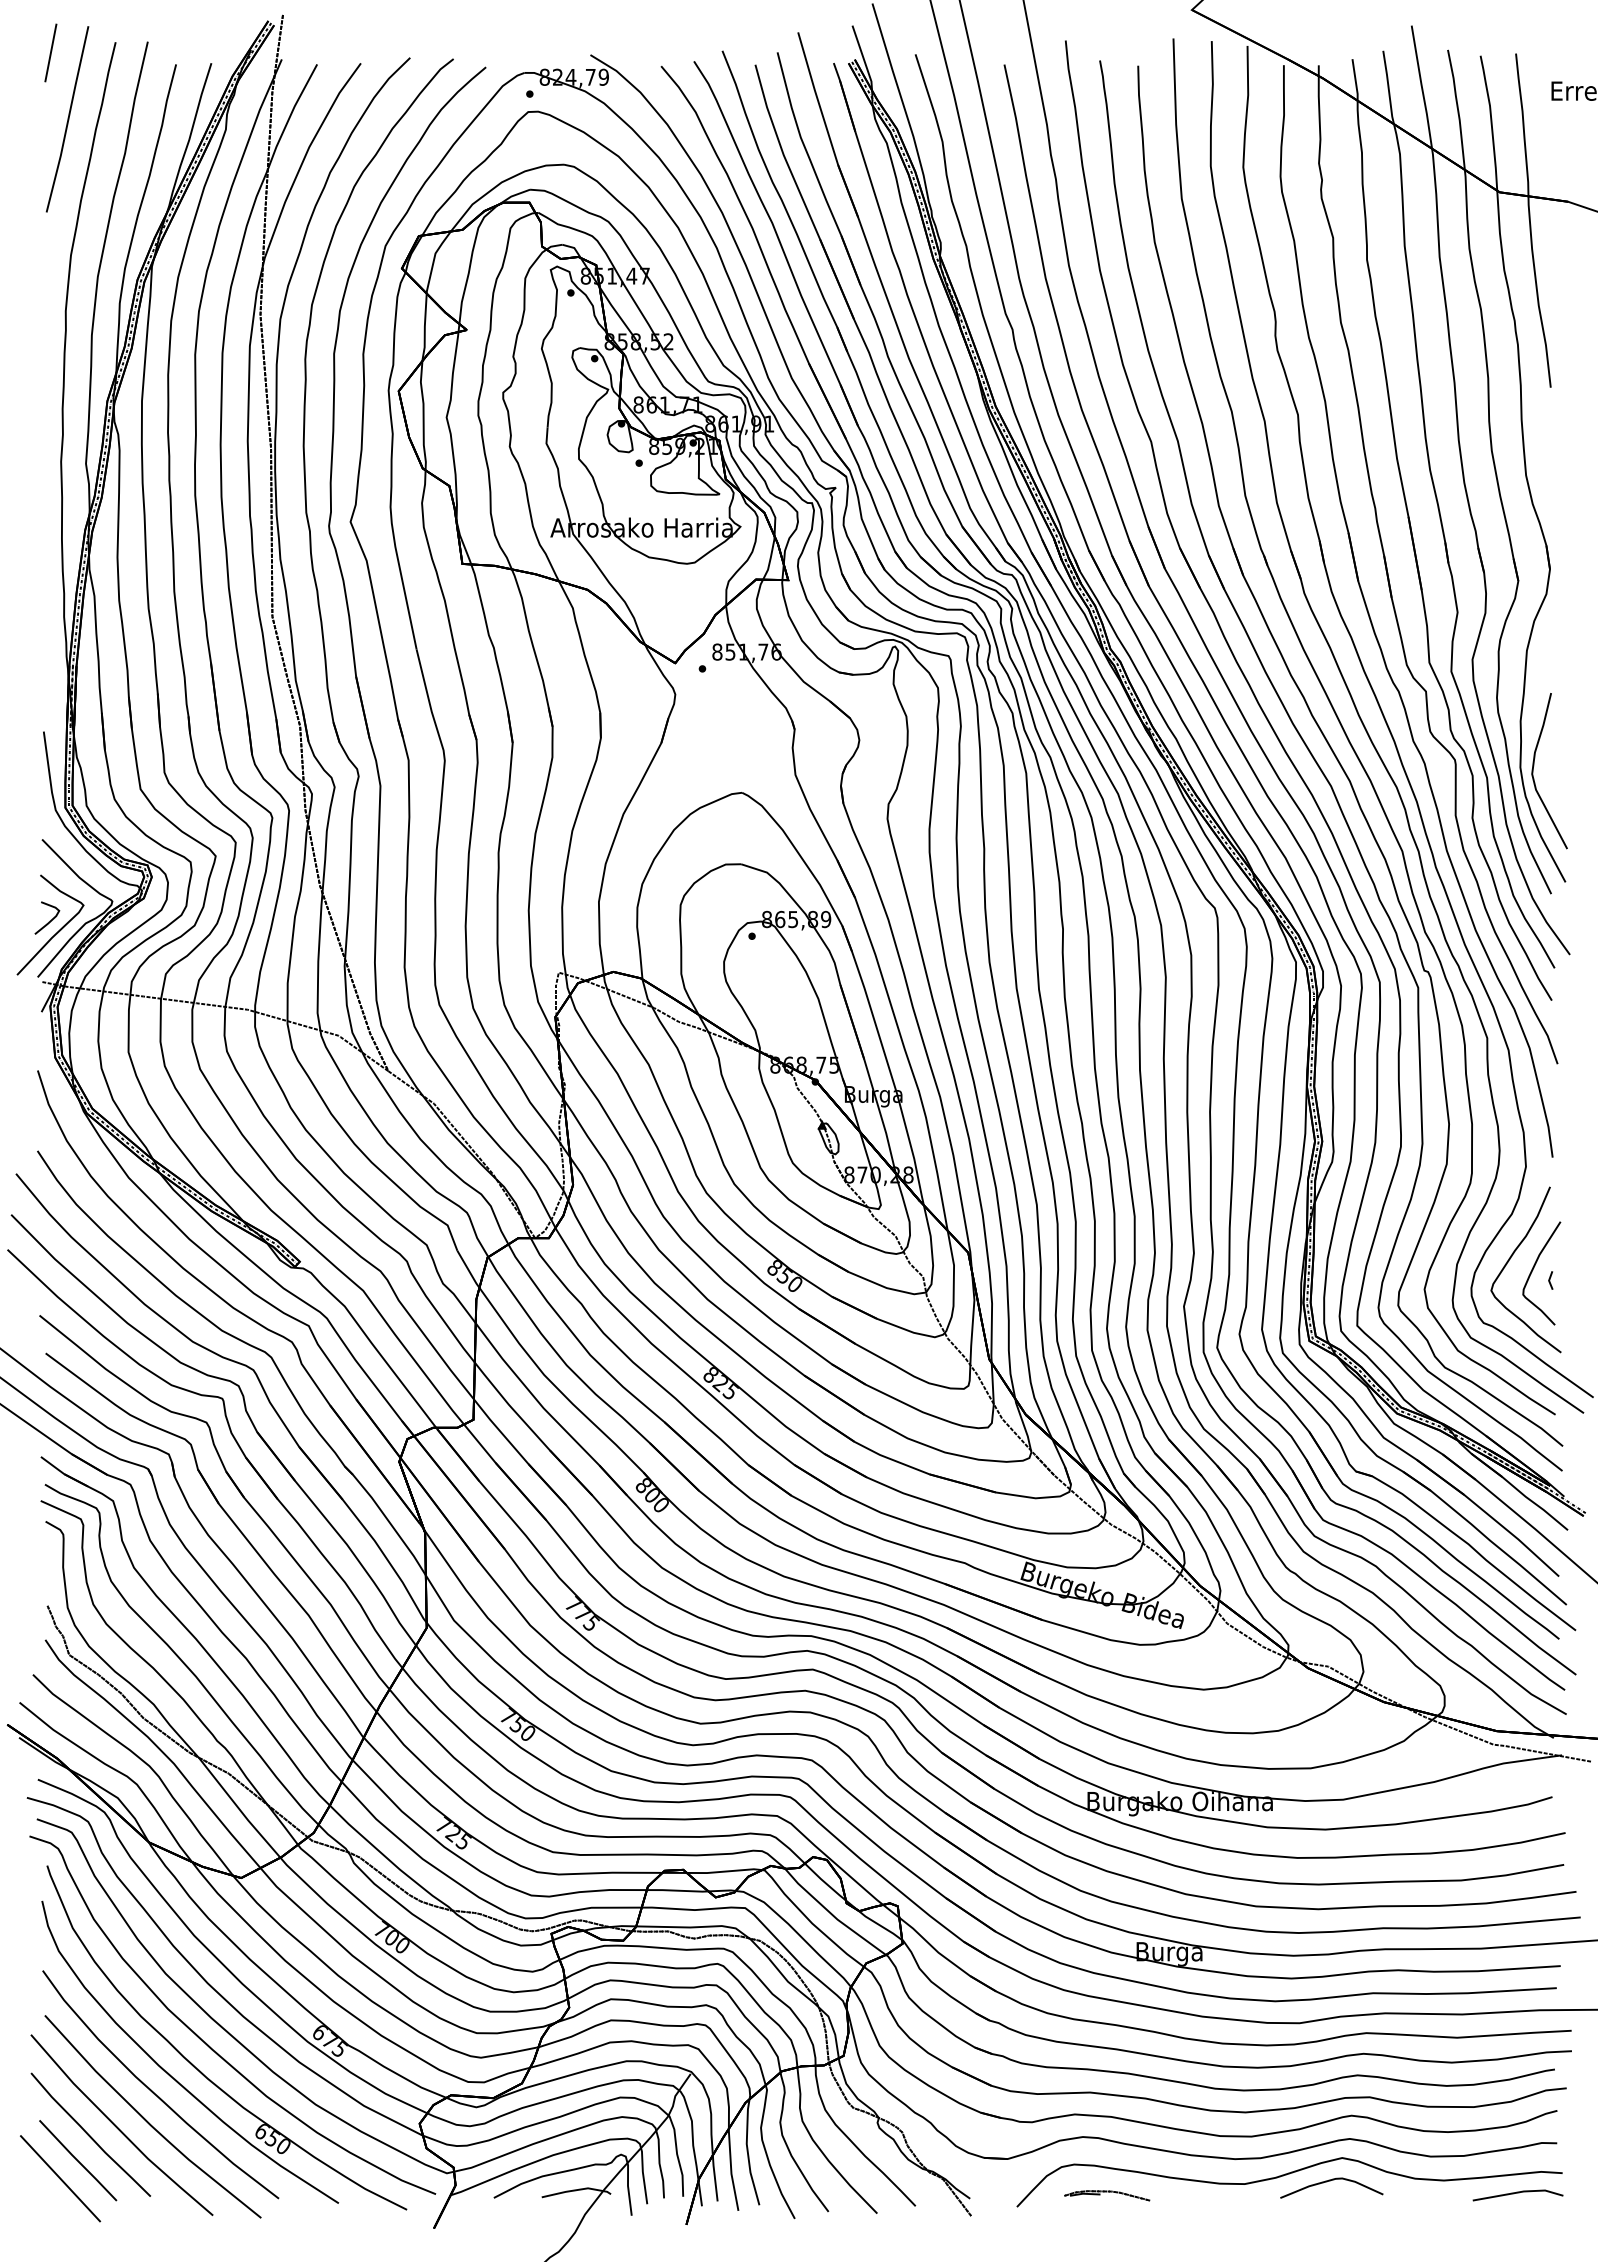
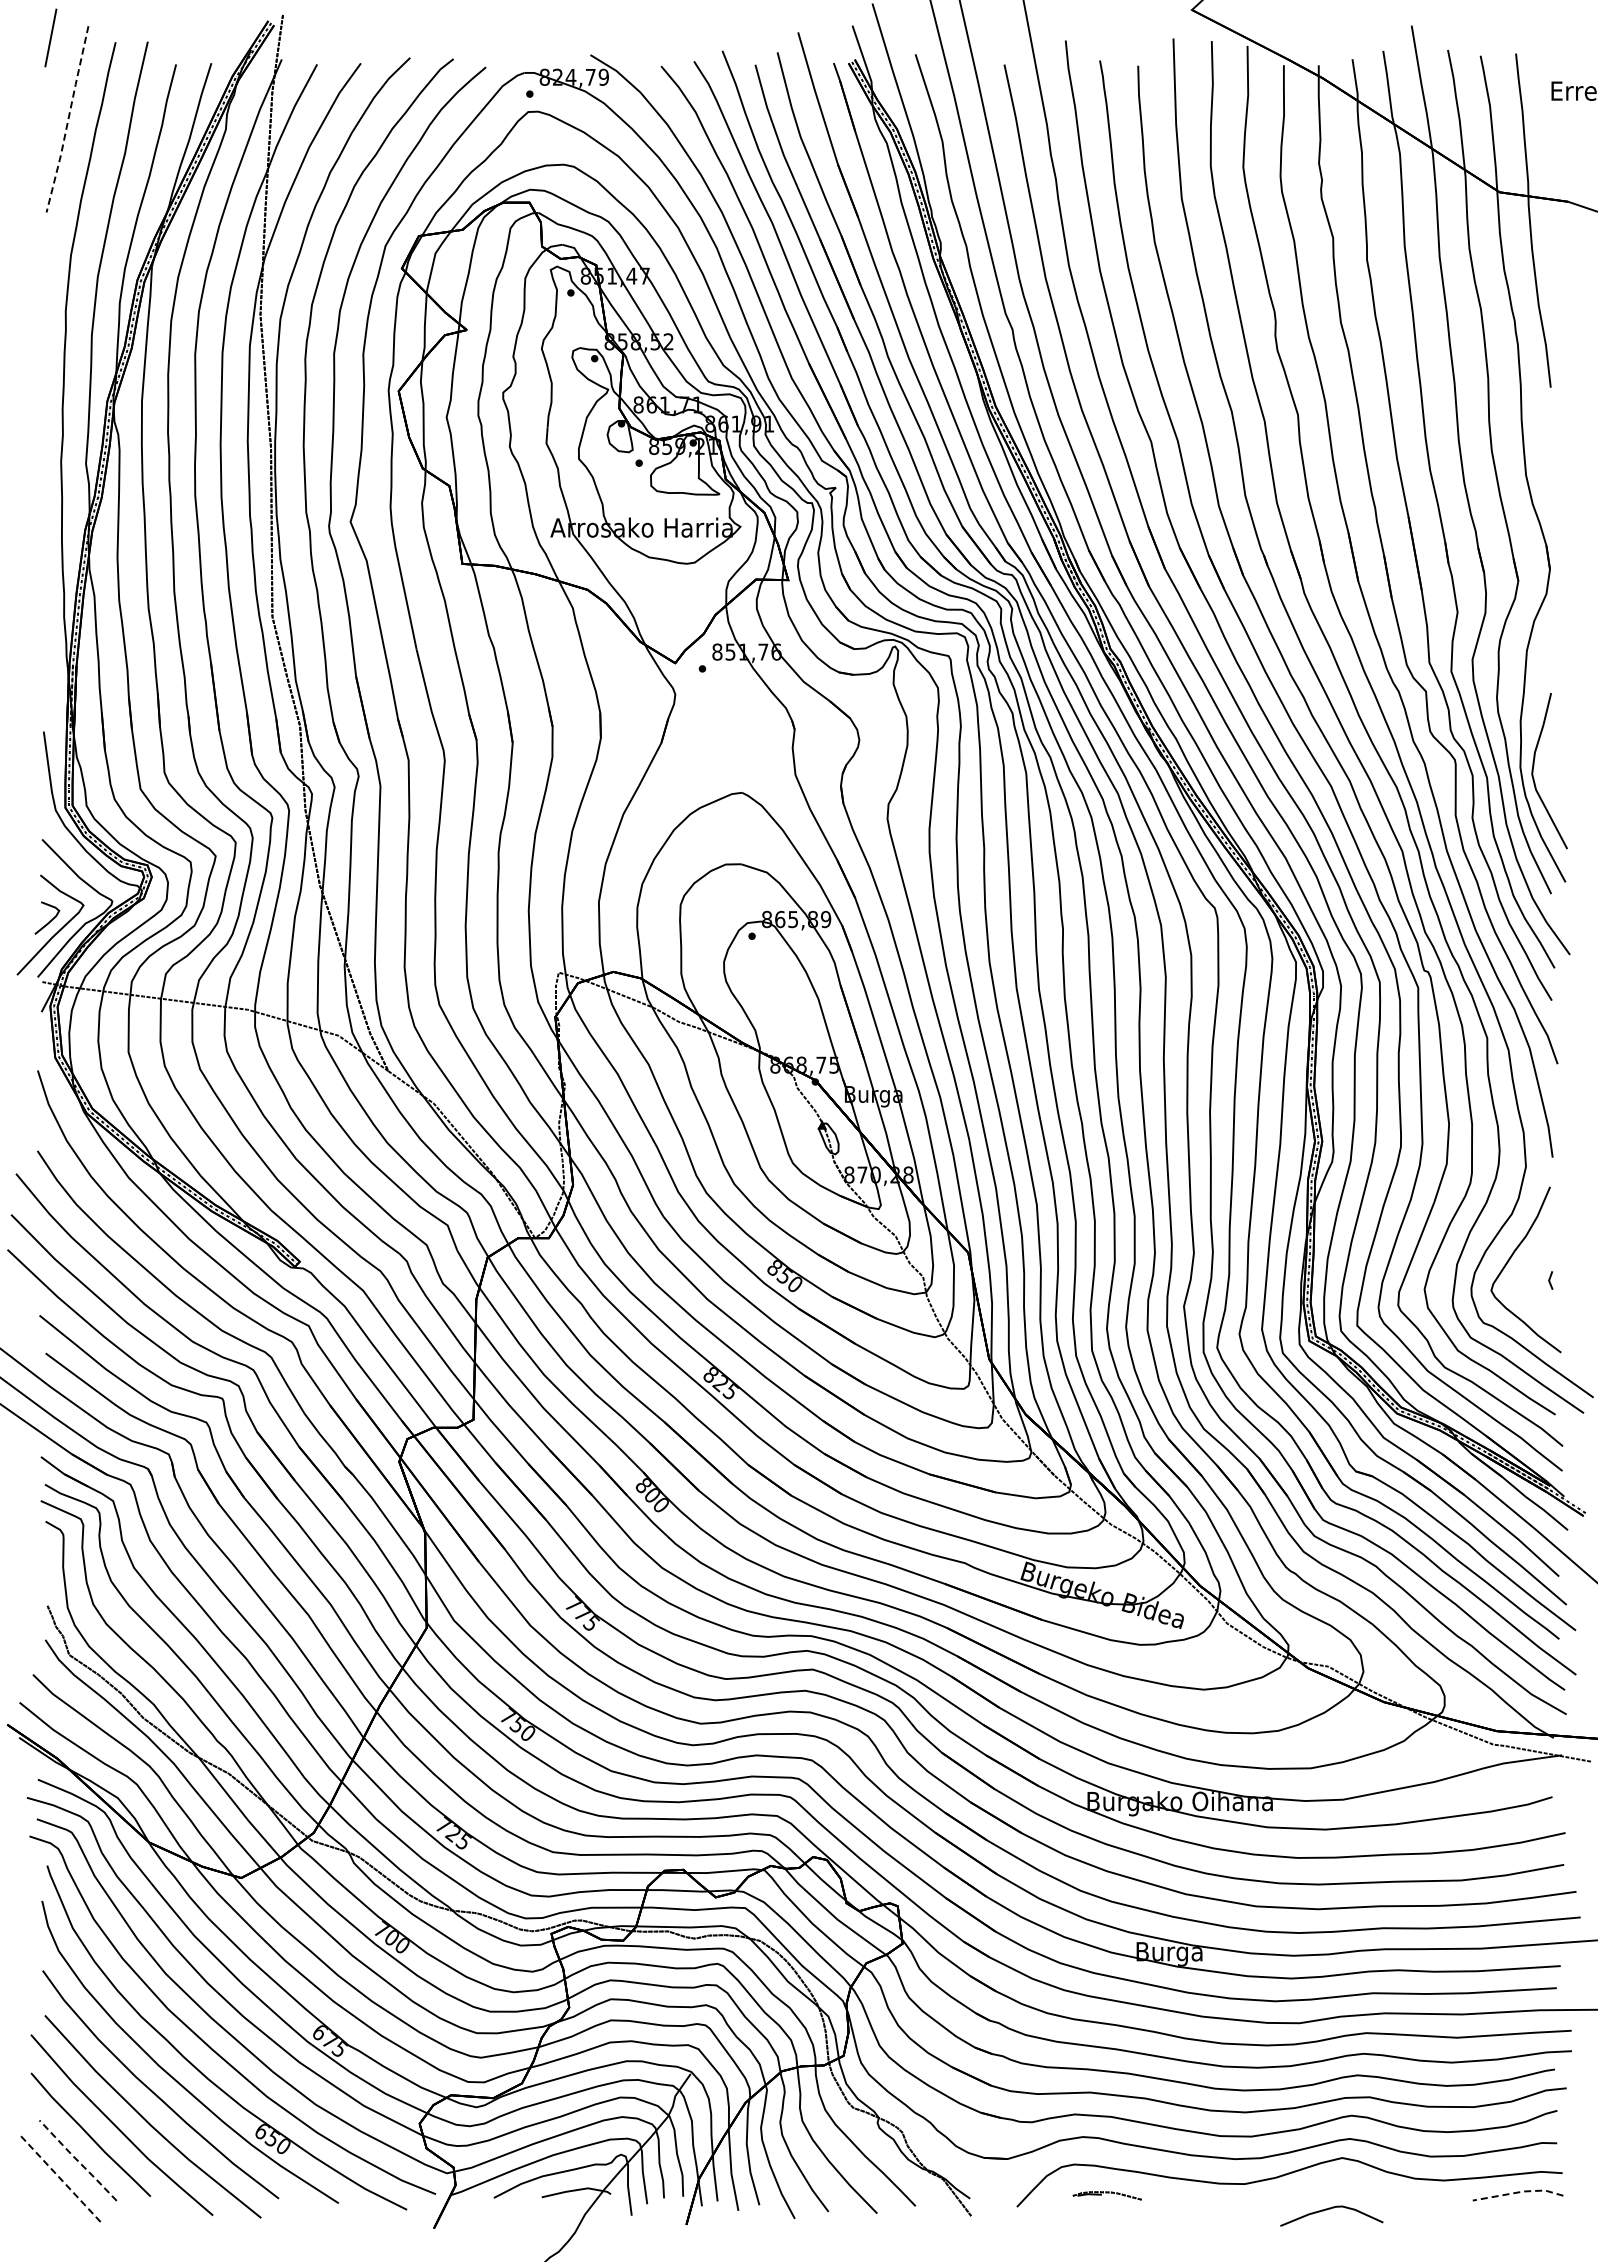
line at (50, 52) position: (50, 52) -> (50, 37)
line at (68, 119): solid -> dashed
curve at (1533, 1270): present -> none
line at (77, 2160): solid -> dashed
line at (60, 2178): solid -> dashed
curve at (1330, 2181) position: (1330, 2181) -> (1330, 2209)
line at (1518, 2192): solid -> dashed
part at (1107, 2195) size: 87x12 px -> 70x10 px
